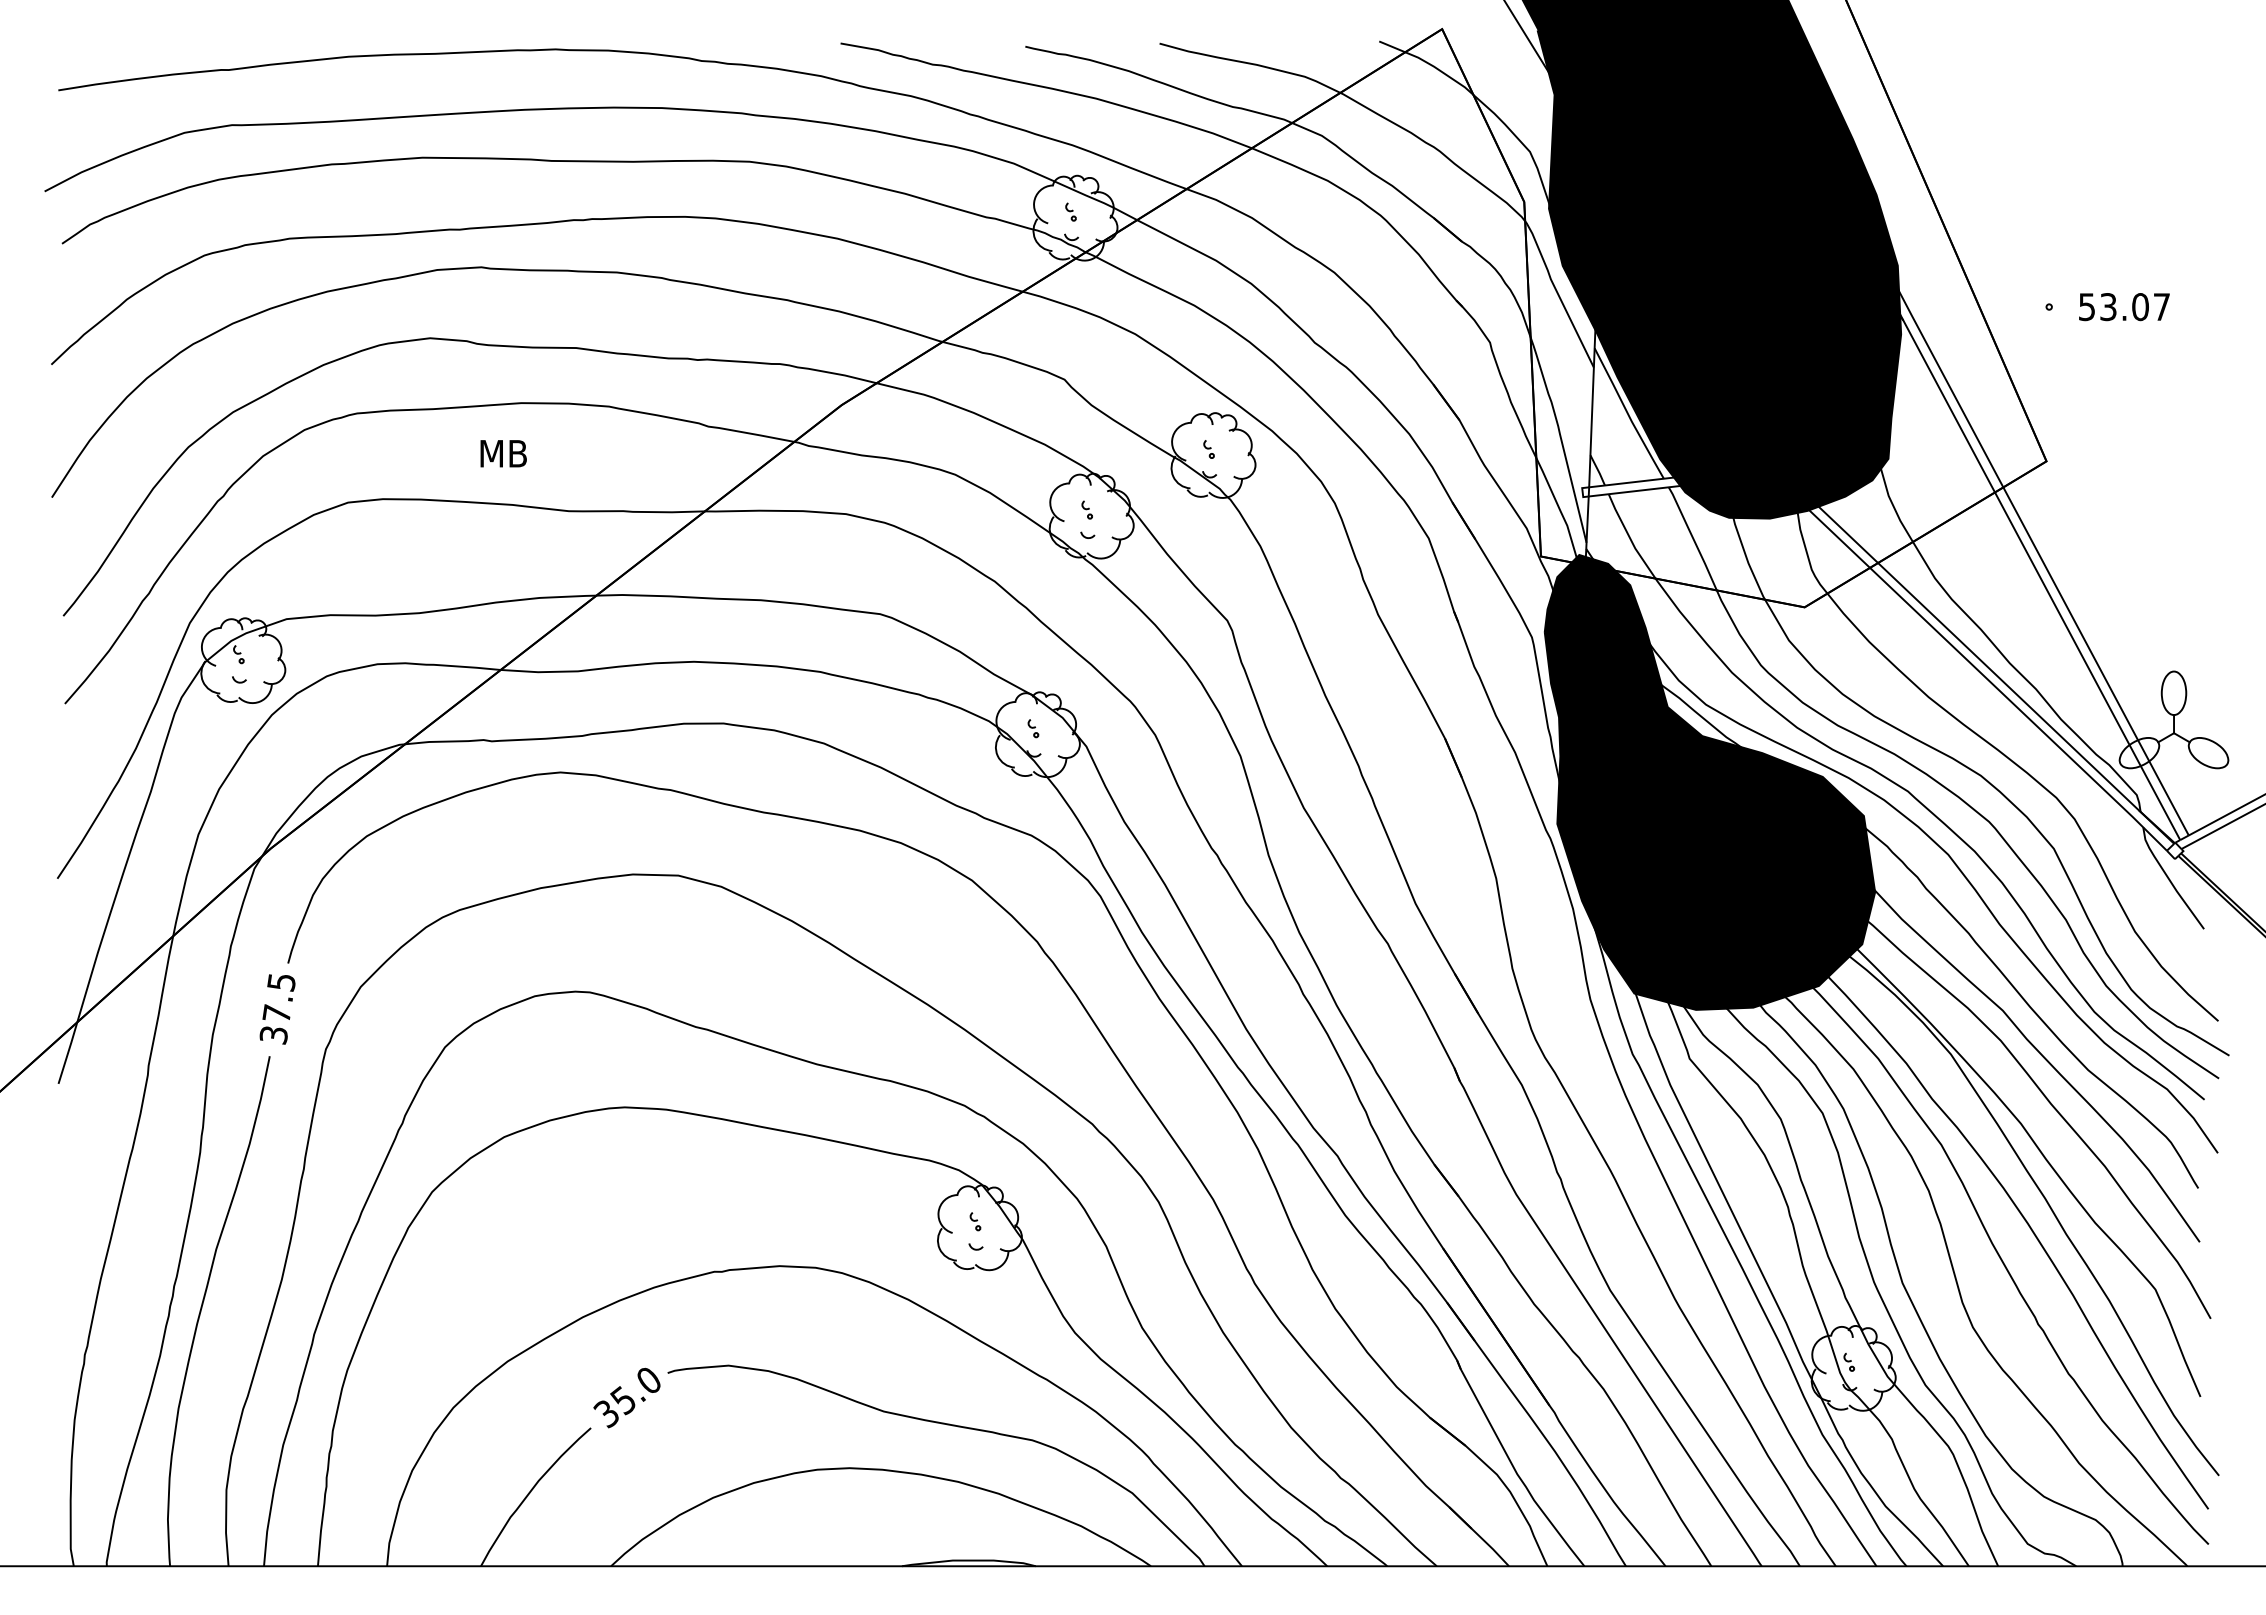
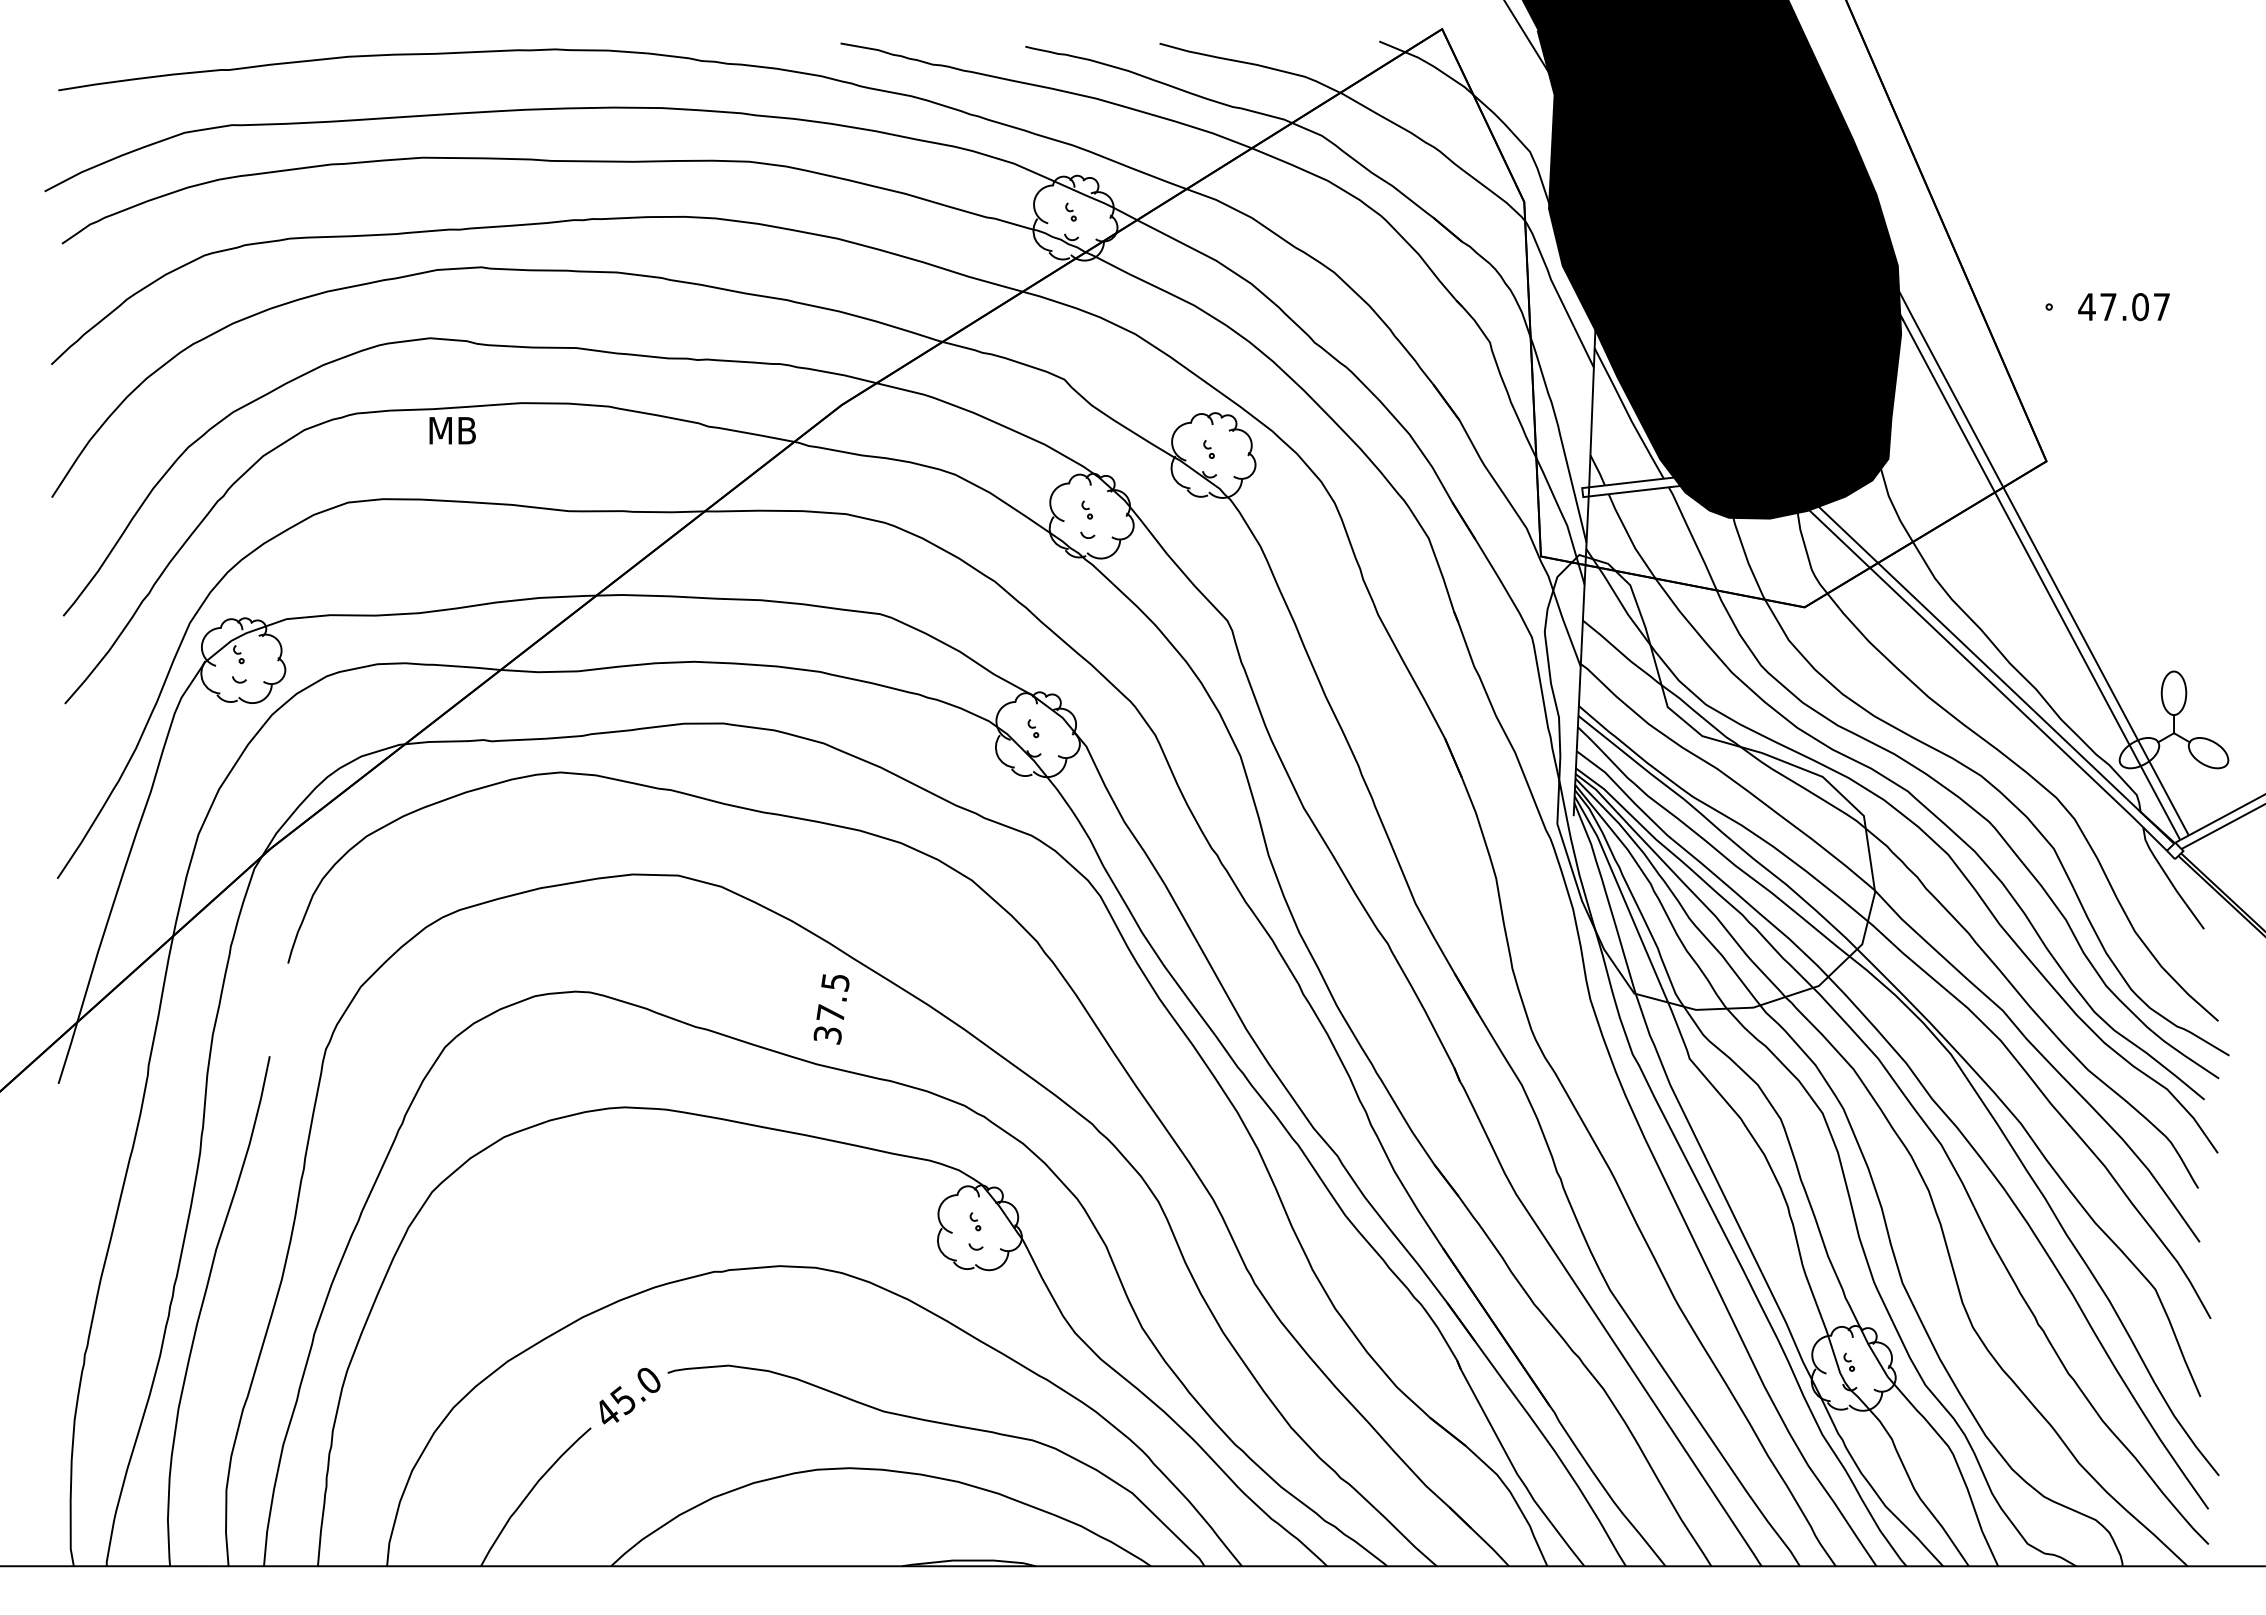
text at (2097, 307): 53.07 -> 47.07
text at (503, 453) position: (503, 453) -> (452, 430)
fill at (1709, 781): present -> none
text at (277, 1009) position: (277, 1009) -> (831, 1009)
text at (606, 1413): 35.0 -> 45.0
